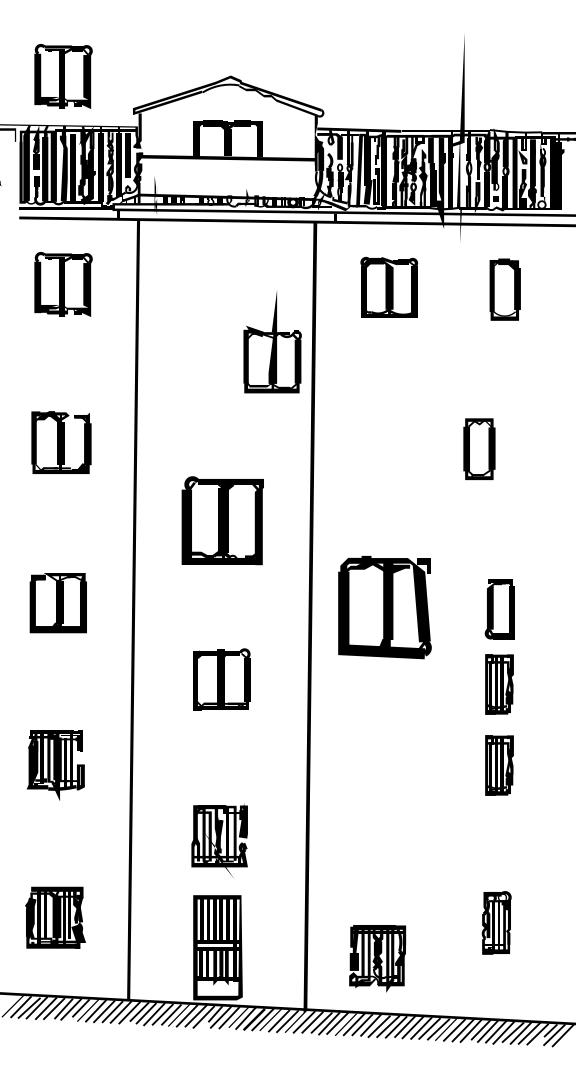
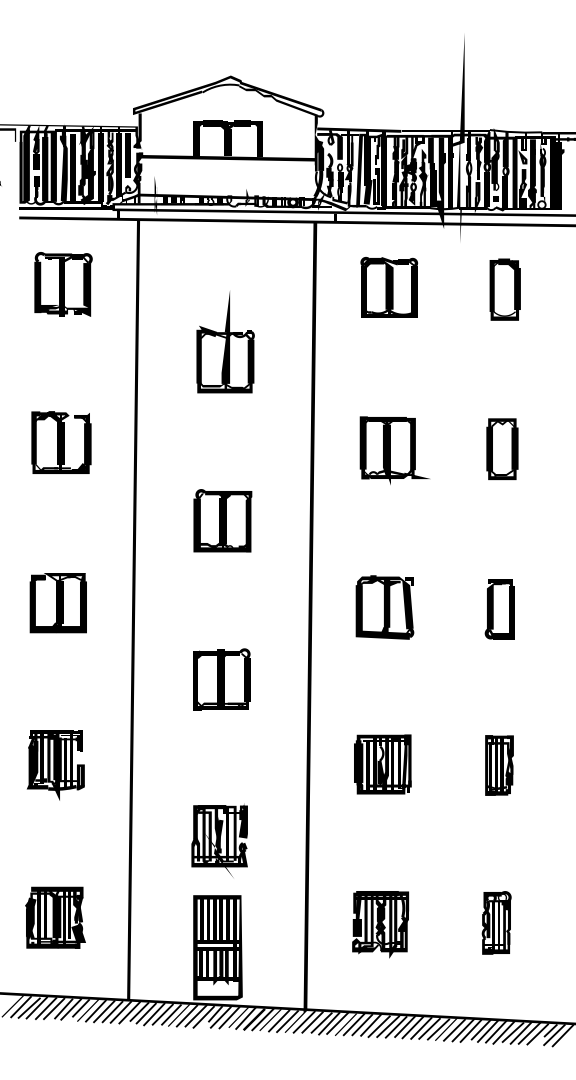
part at (63, 76): present -> none
part at (272, 342) position: (272, 342) -> (225, 342)
part at (479, 449) position: (479, 449) -> (502, 449)
part at (394, 450): none -> present
part at (222, 520) size: 83x90 px -> 60x64 px
part at (384, 607) size: 94x104 px -> 60x65 px
part at (499, 684): present -> none
part at (382, 764): none -> present
part at (377, 958) position: (377, 958) -> (380, 924)
